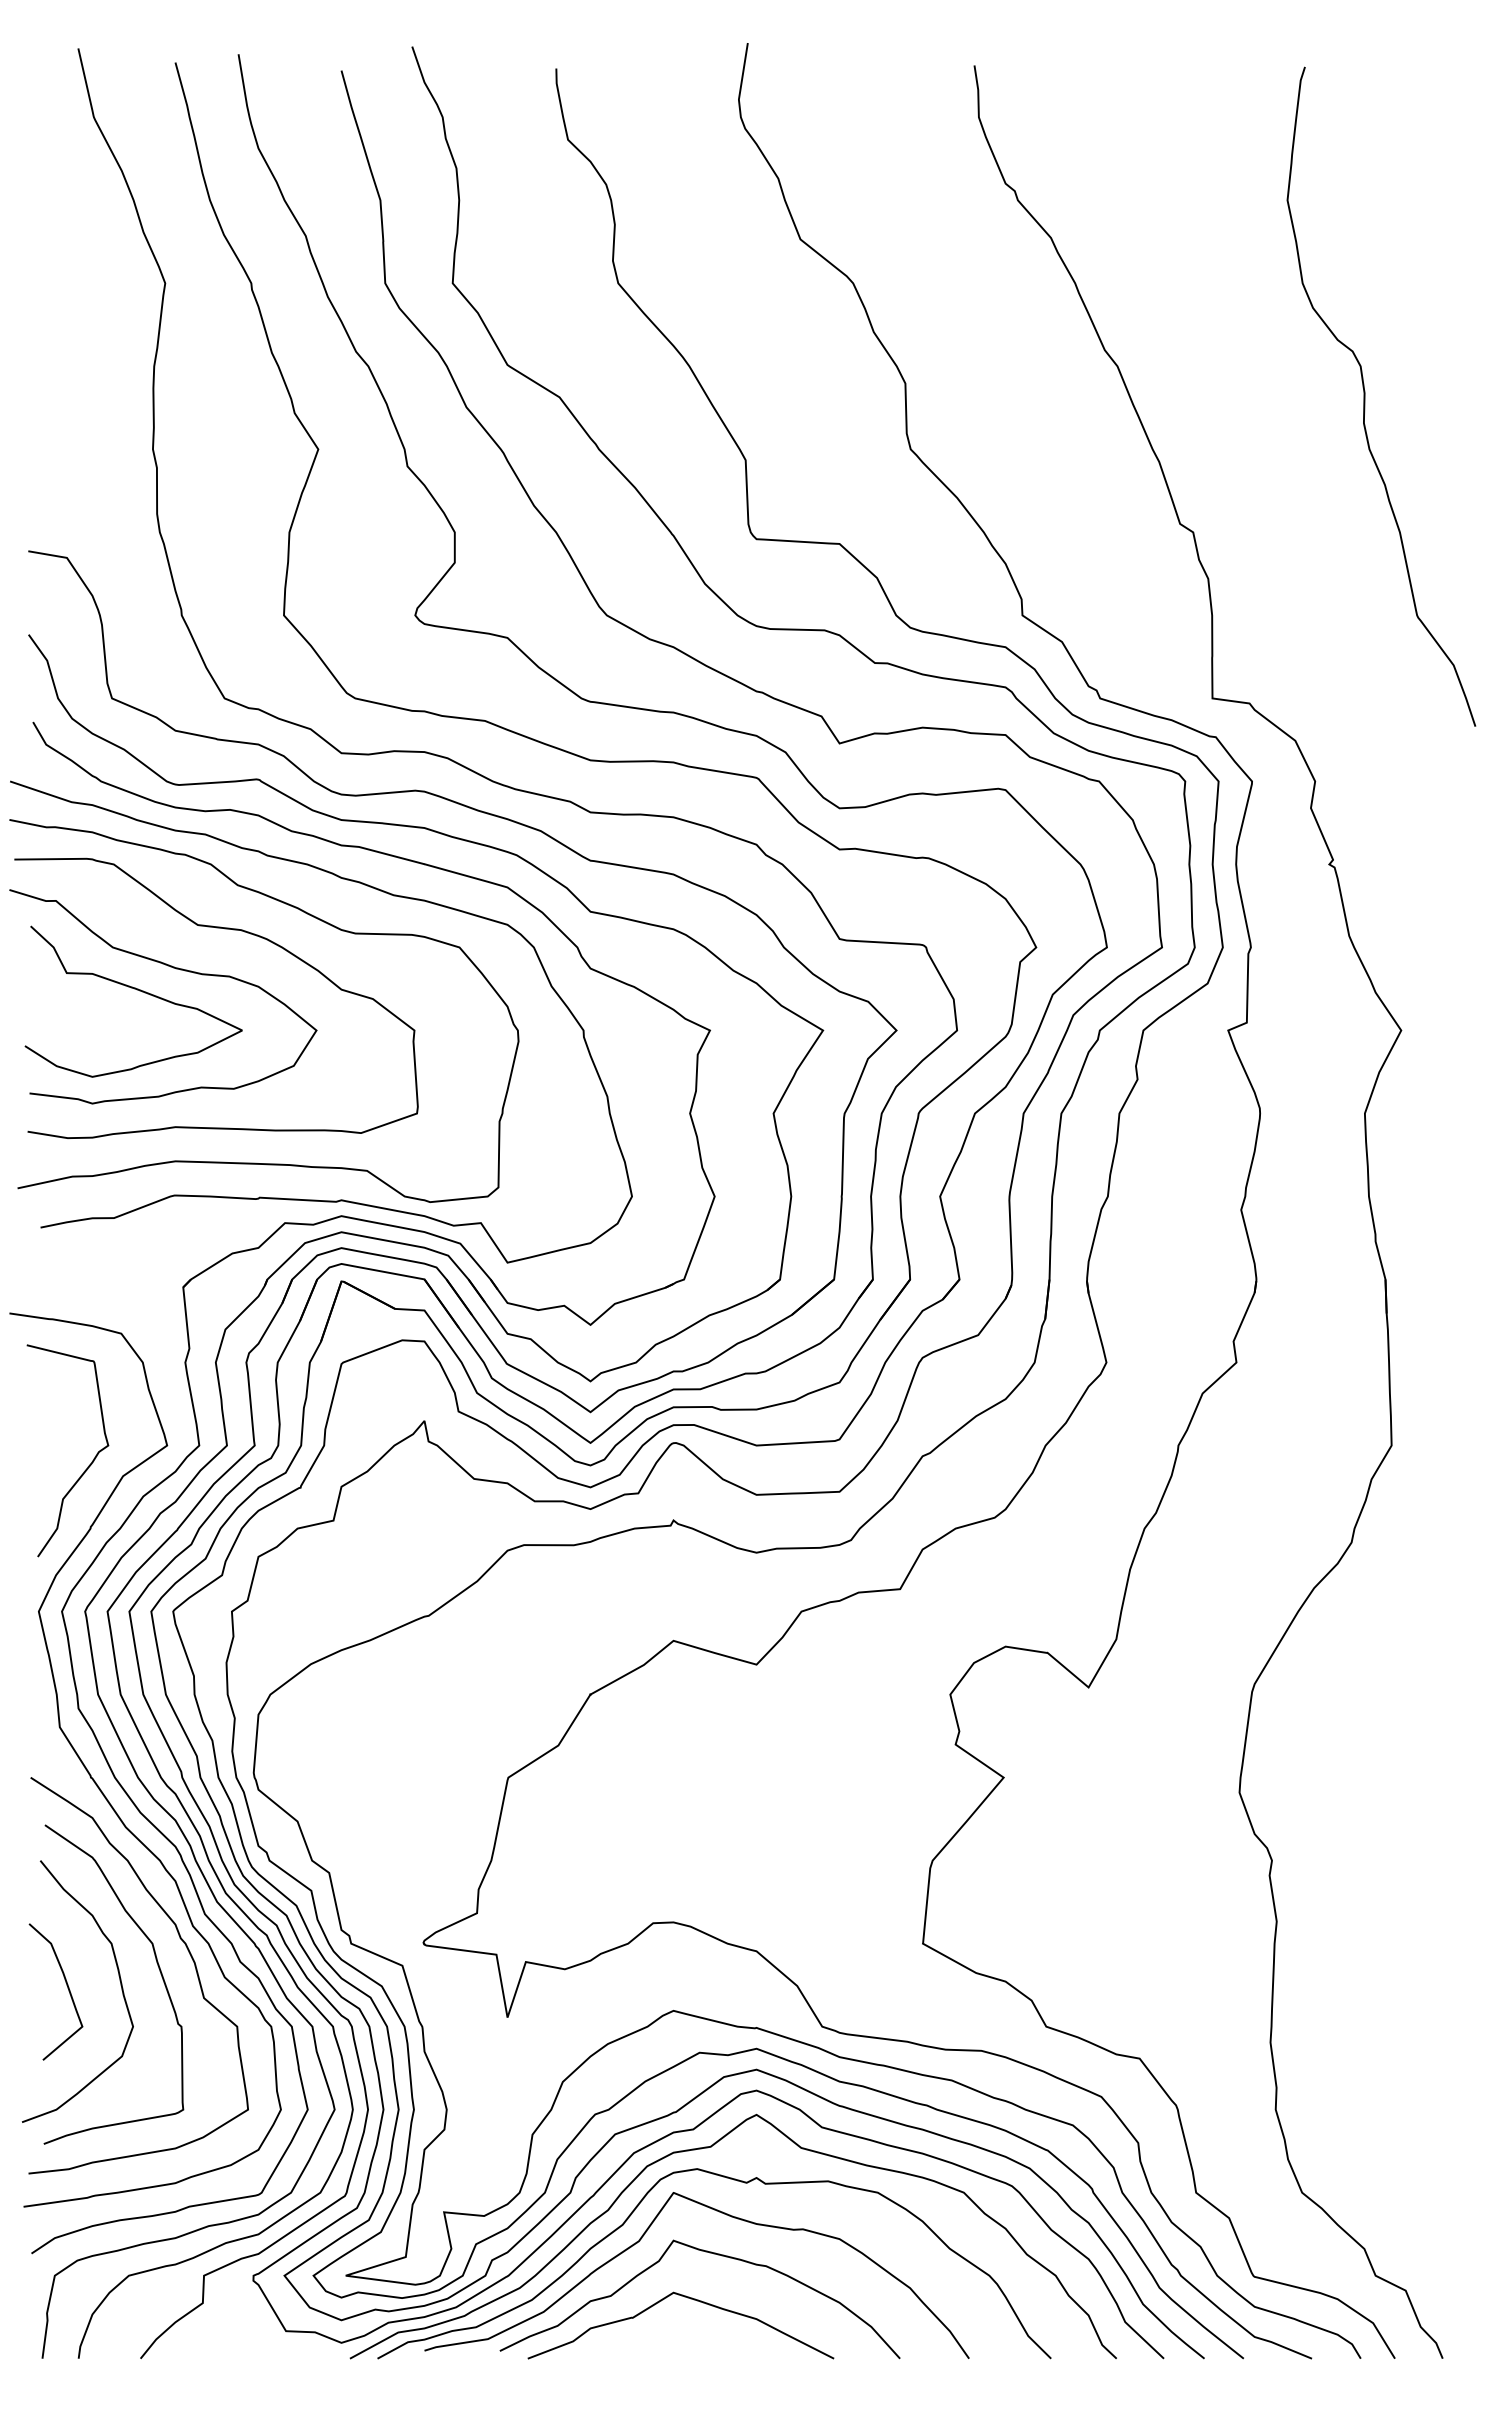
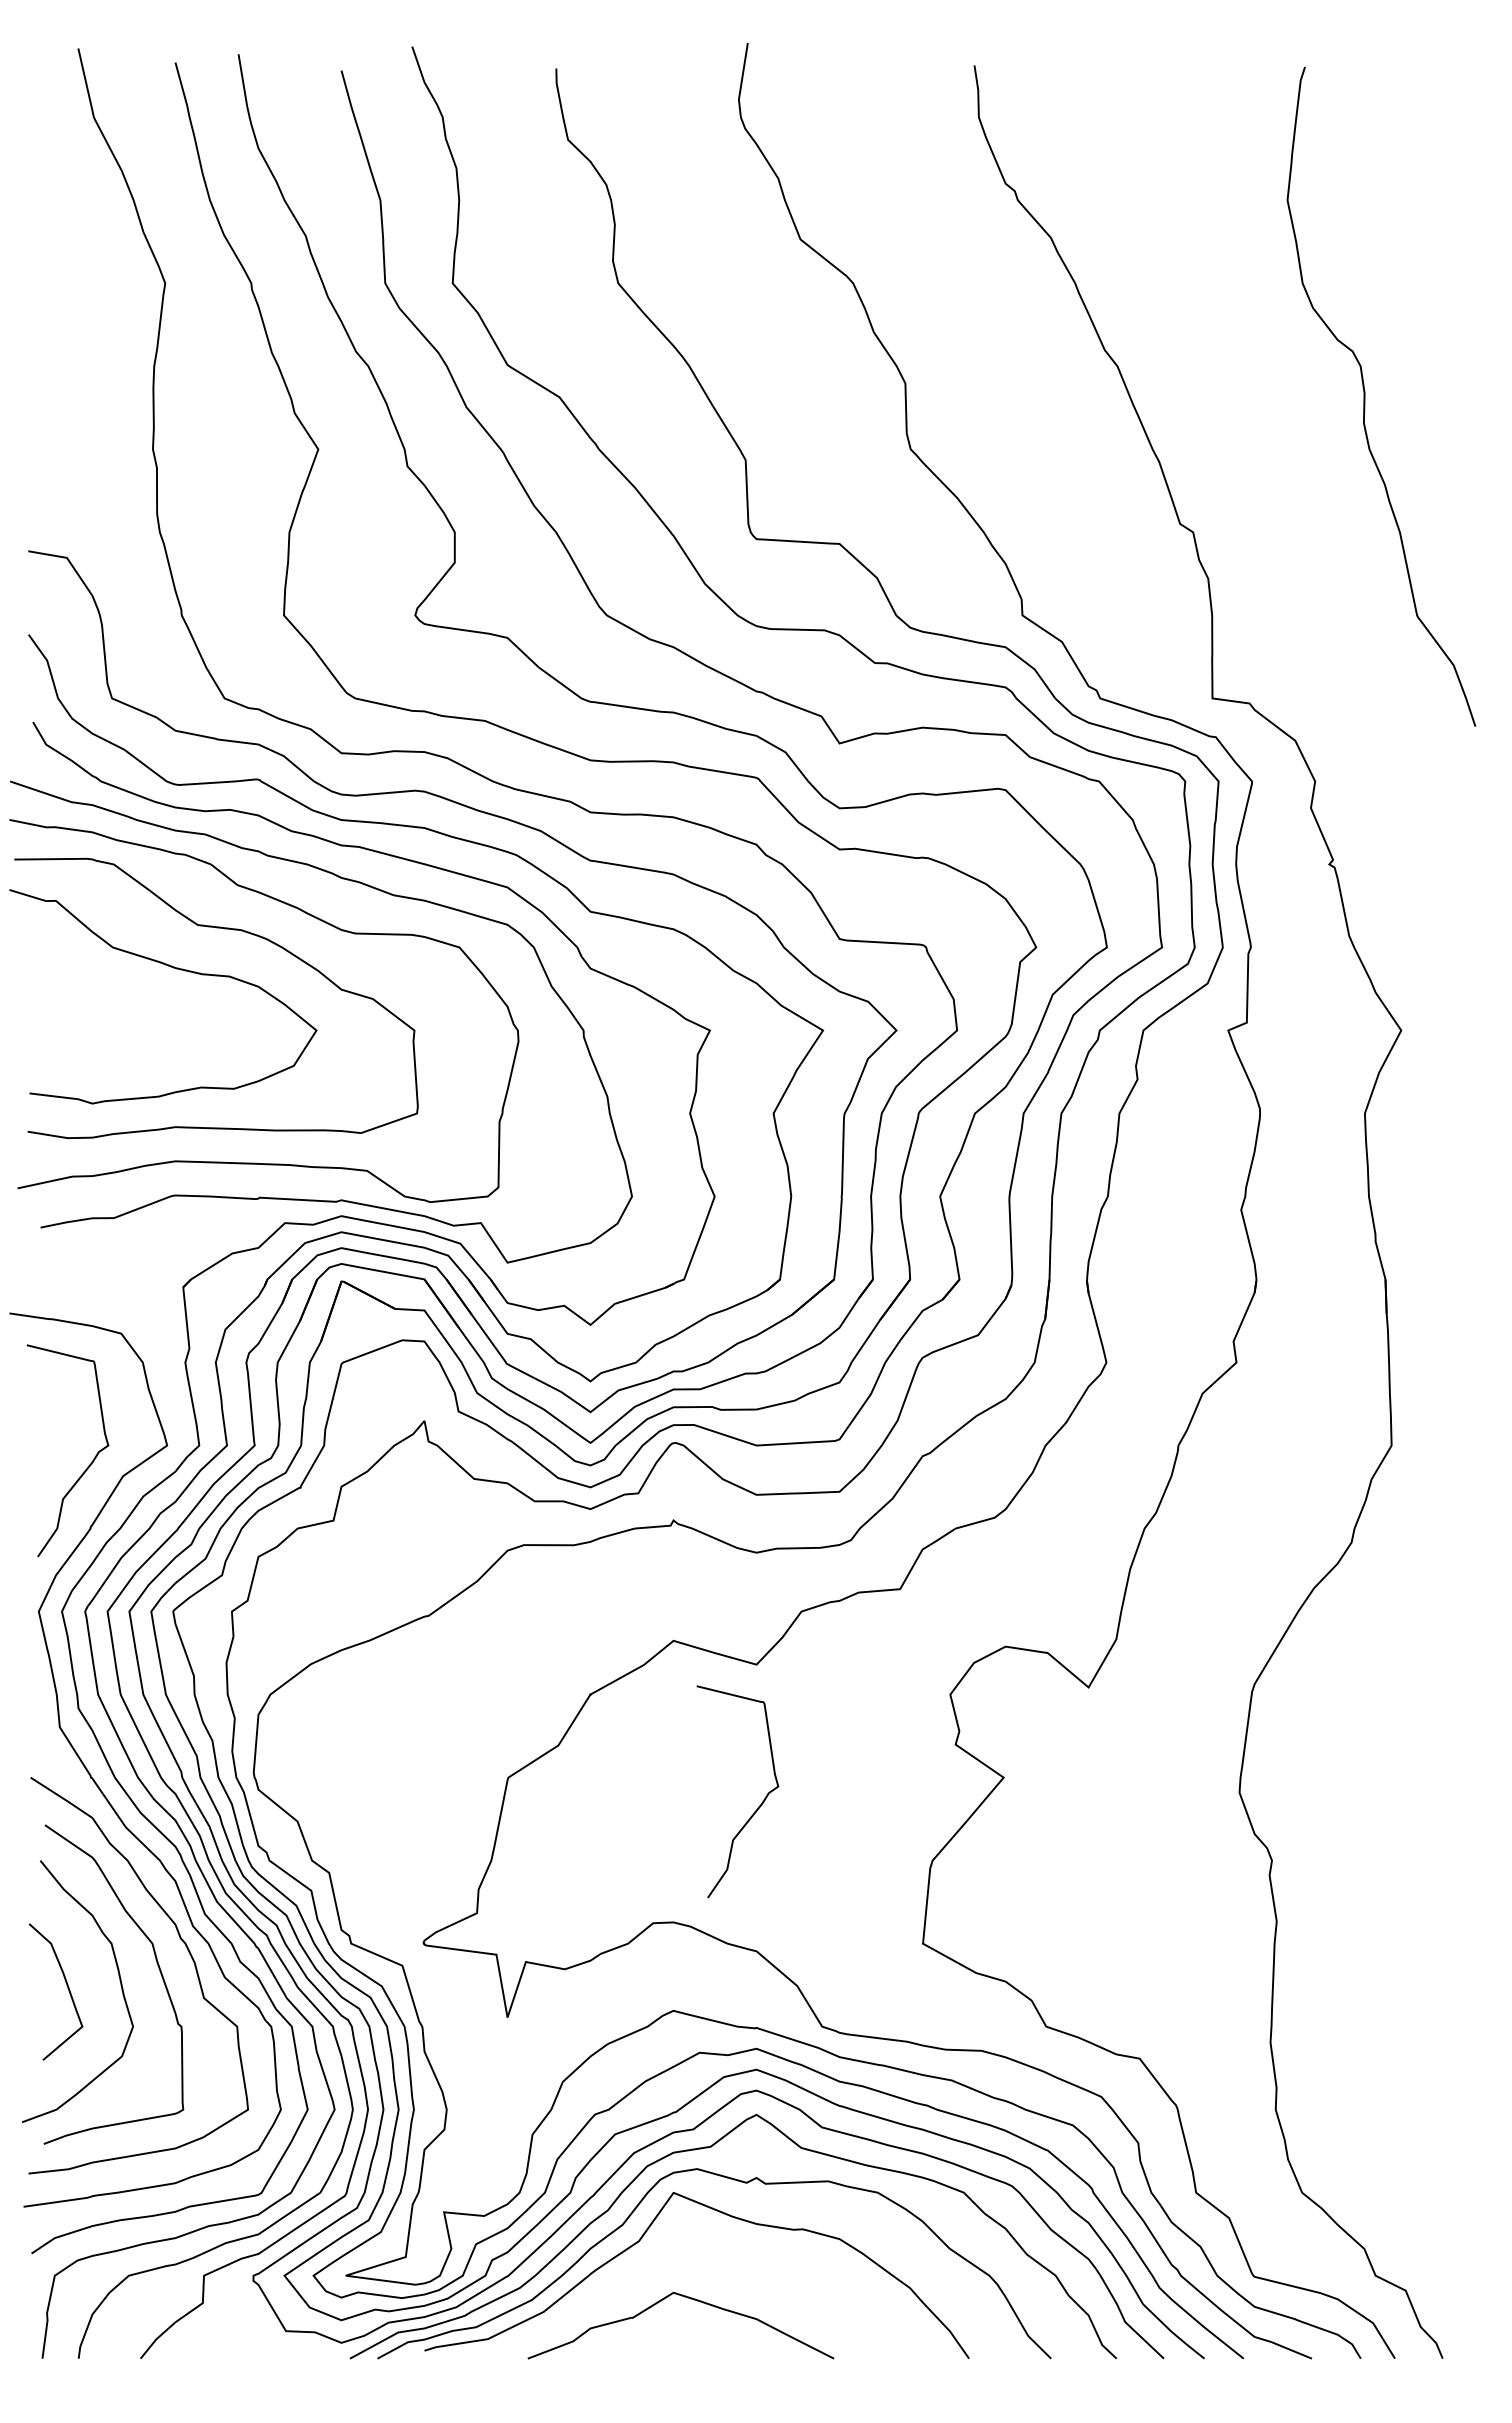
curve at (139, 991): present -> none
curve at (758, 1806): none -> present
curve at (709, 2253): present -> none
